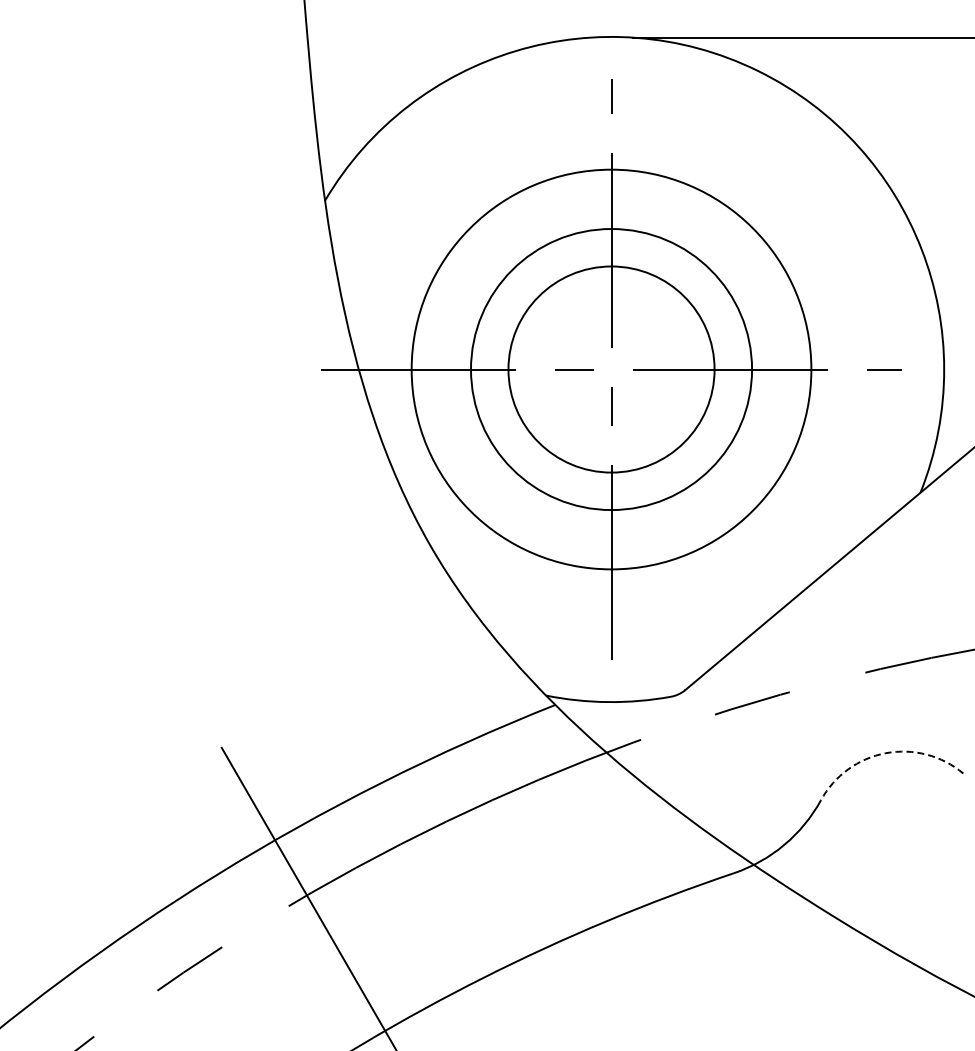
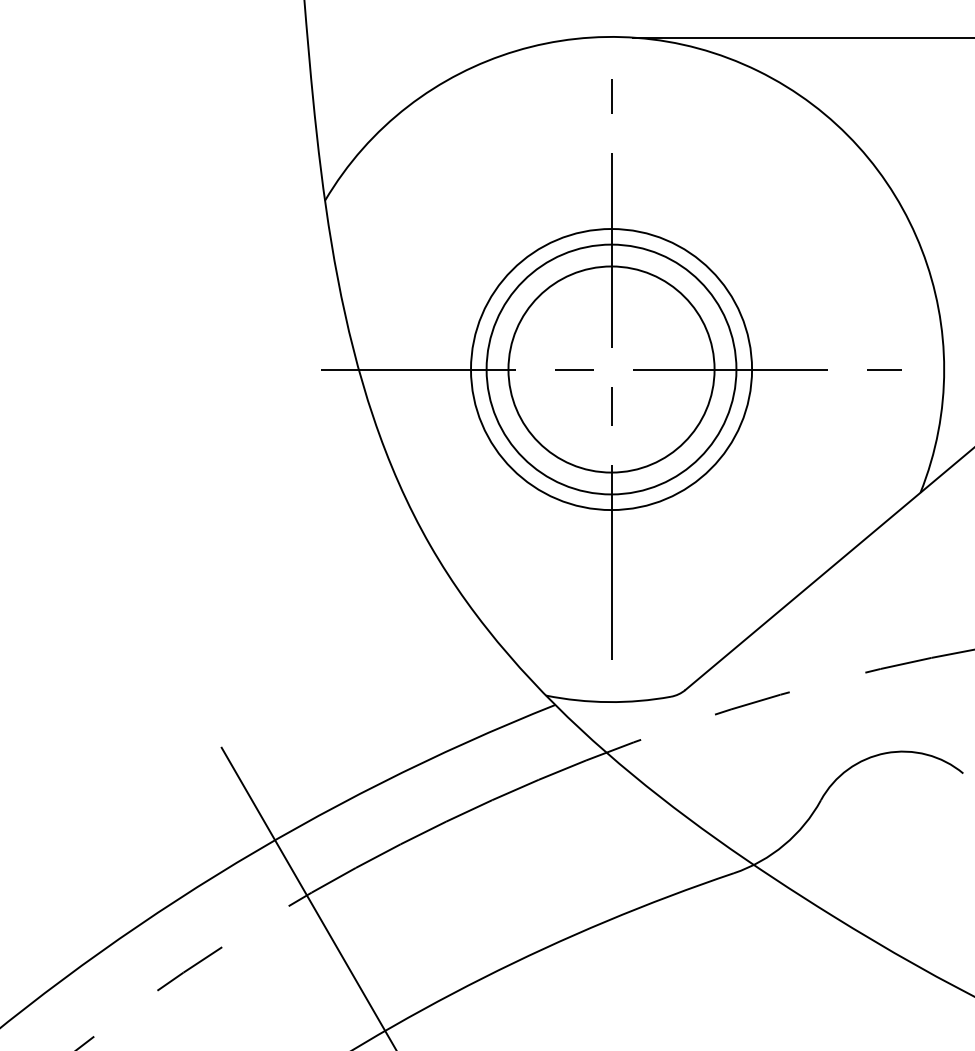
circle at (611, 369) diameter: 400 px -> 250 px
arc at (885, 753): dashed -> solid
